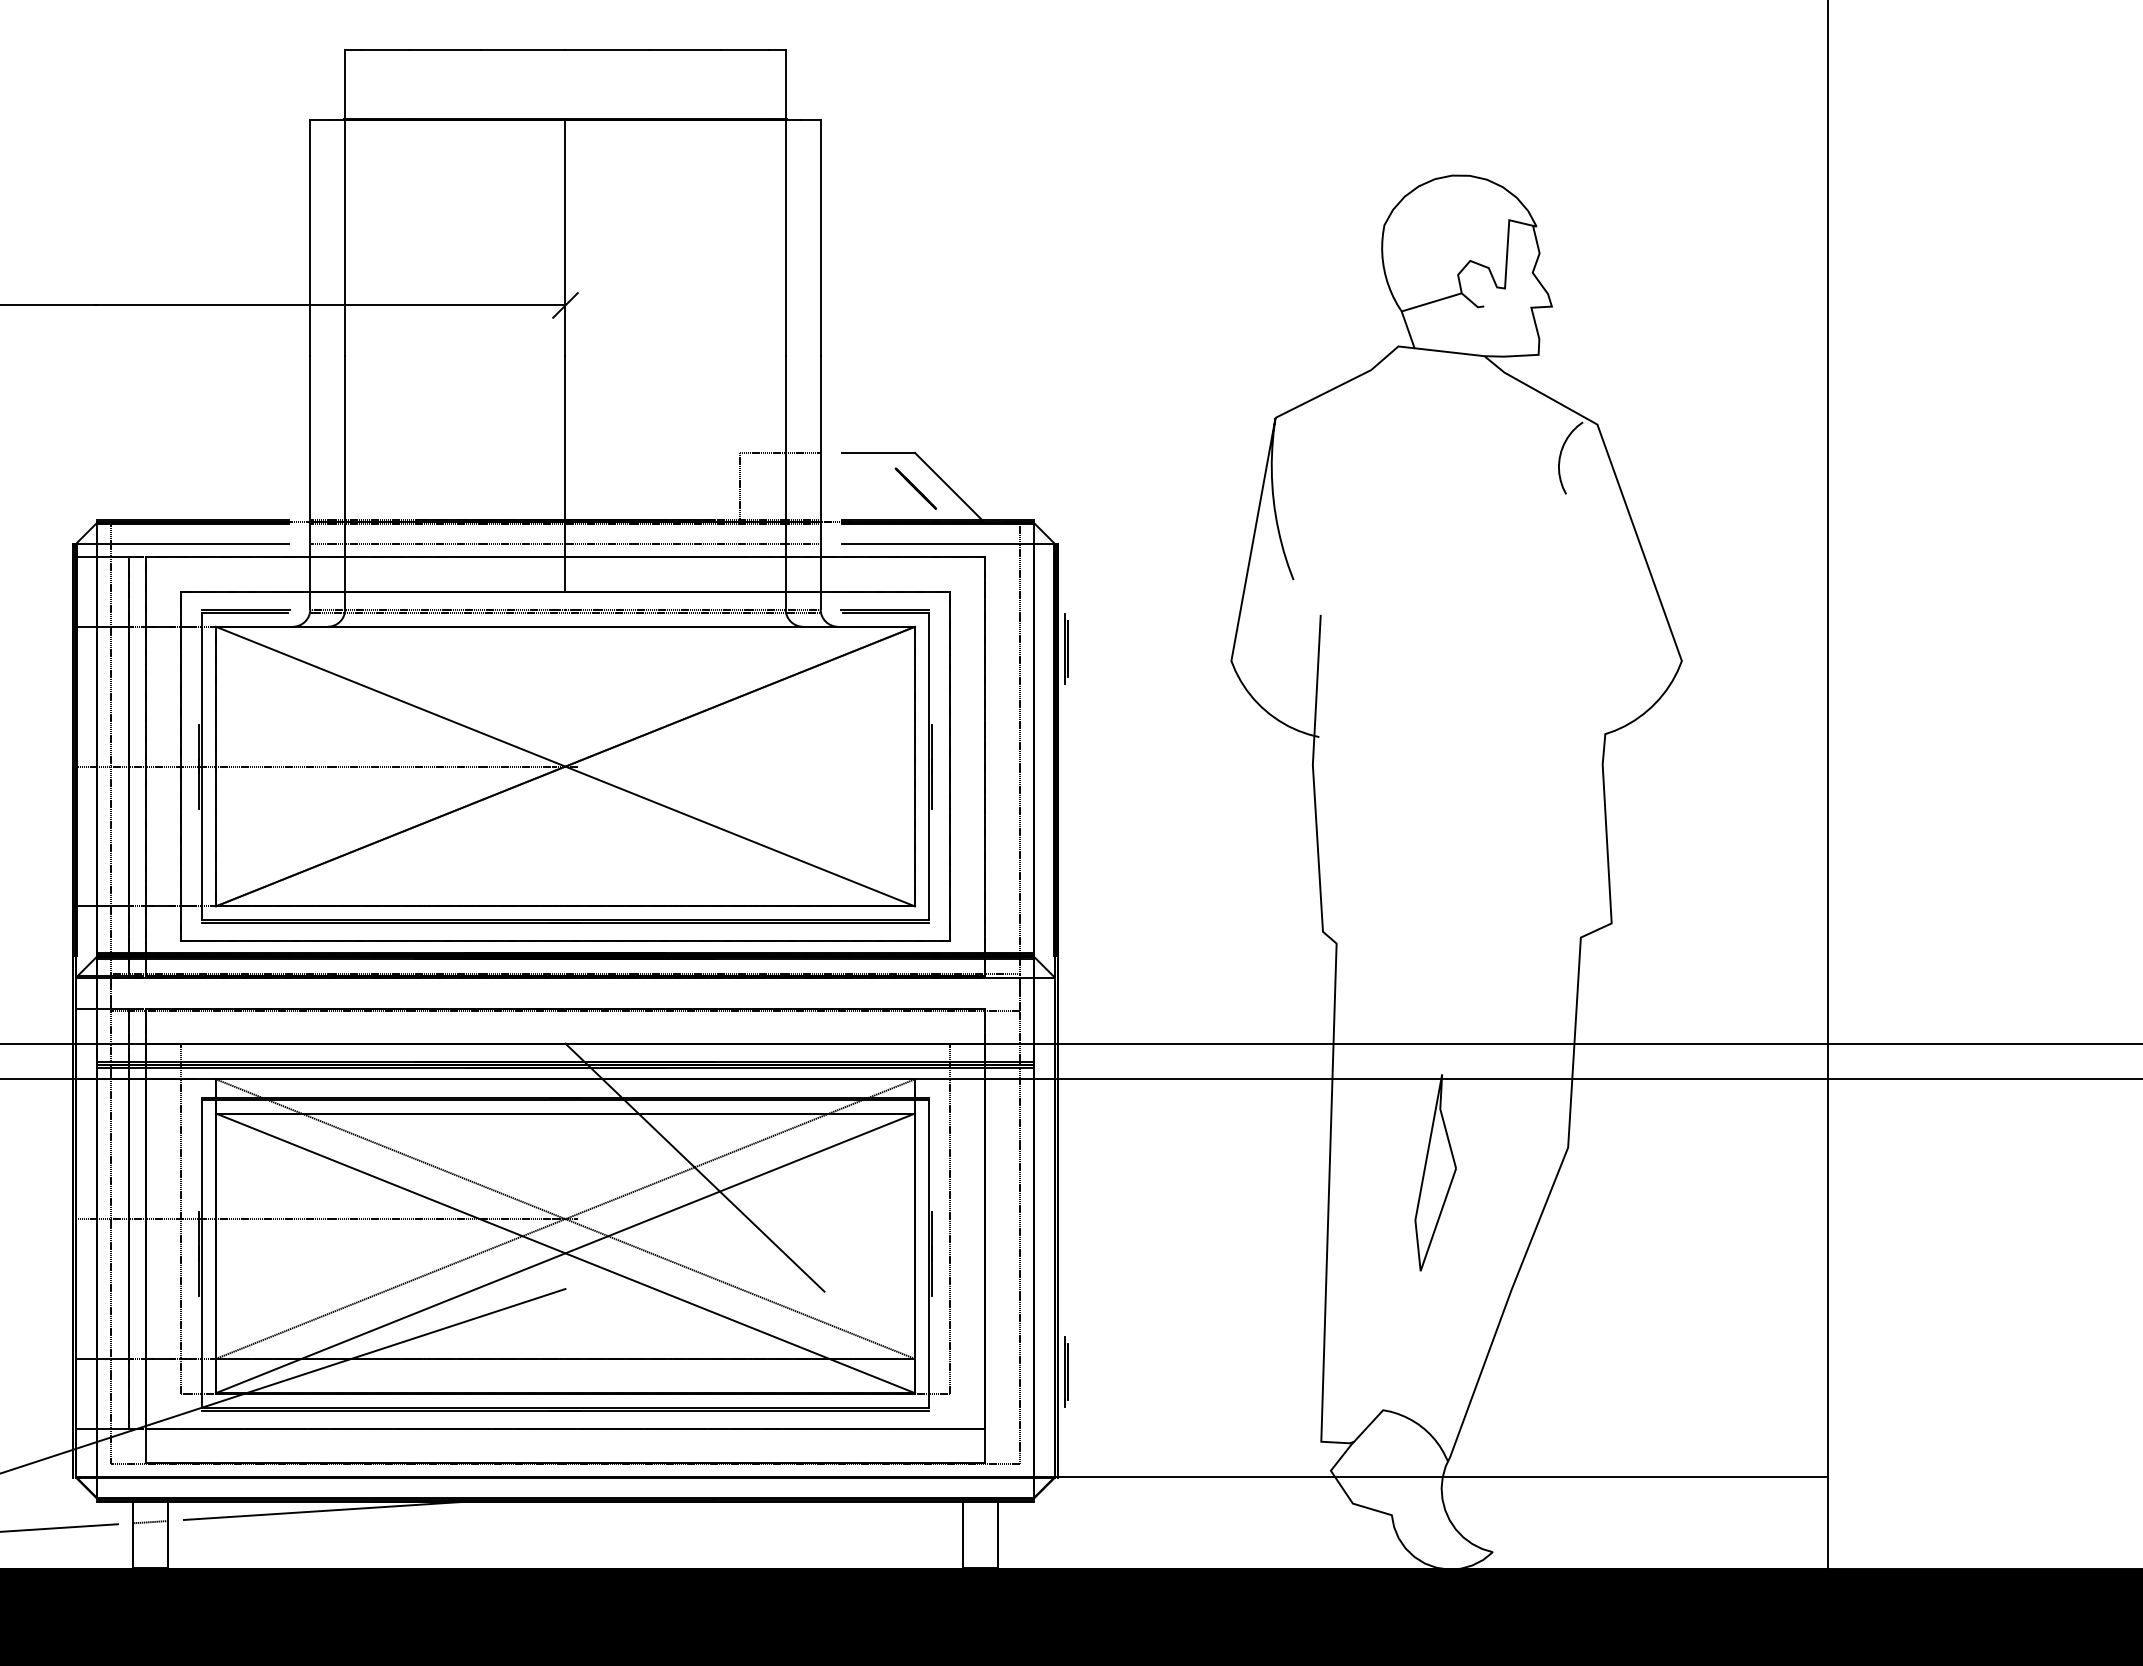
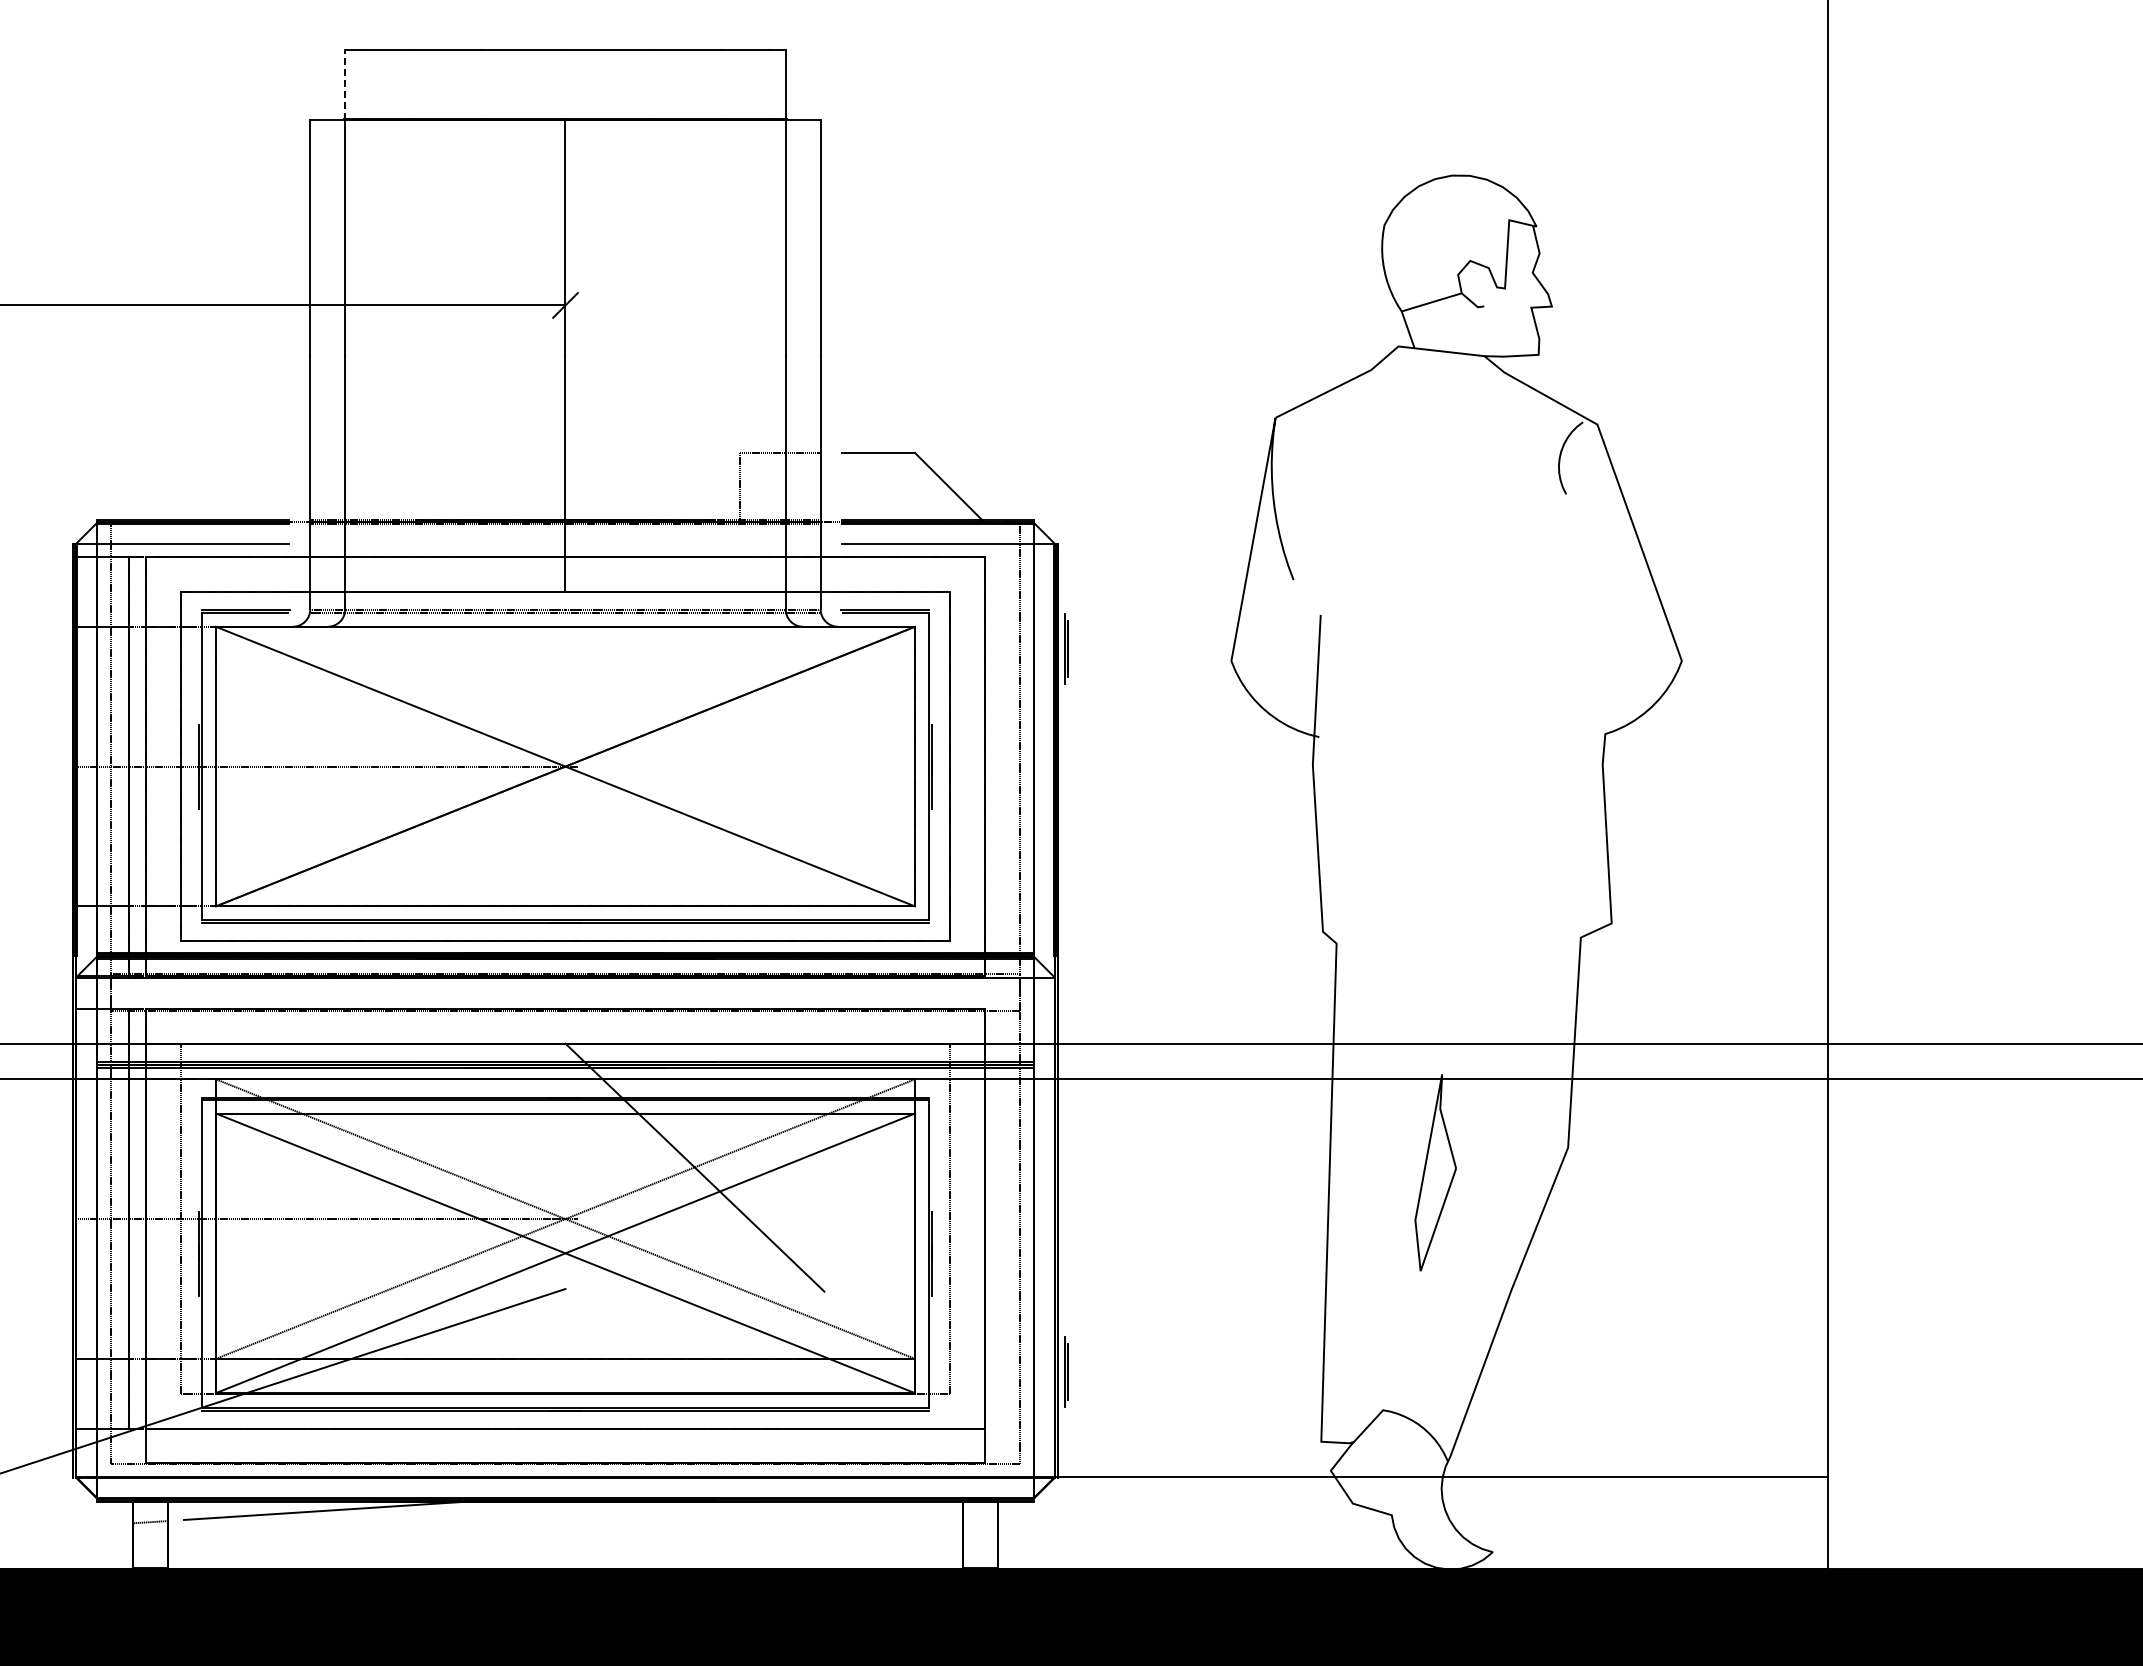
line at (345, 85): solid -> dashed
line at (915, 488): present -> none
line at (565, 543): present -> none
line at (60, 1527): present -> none
